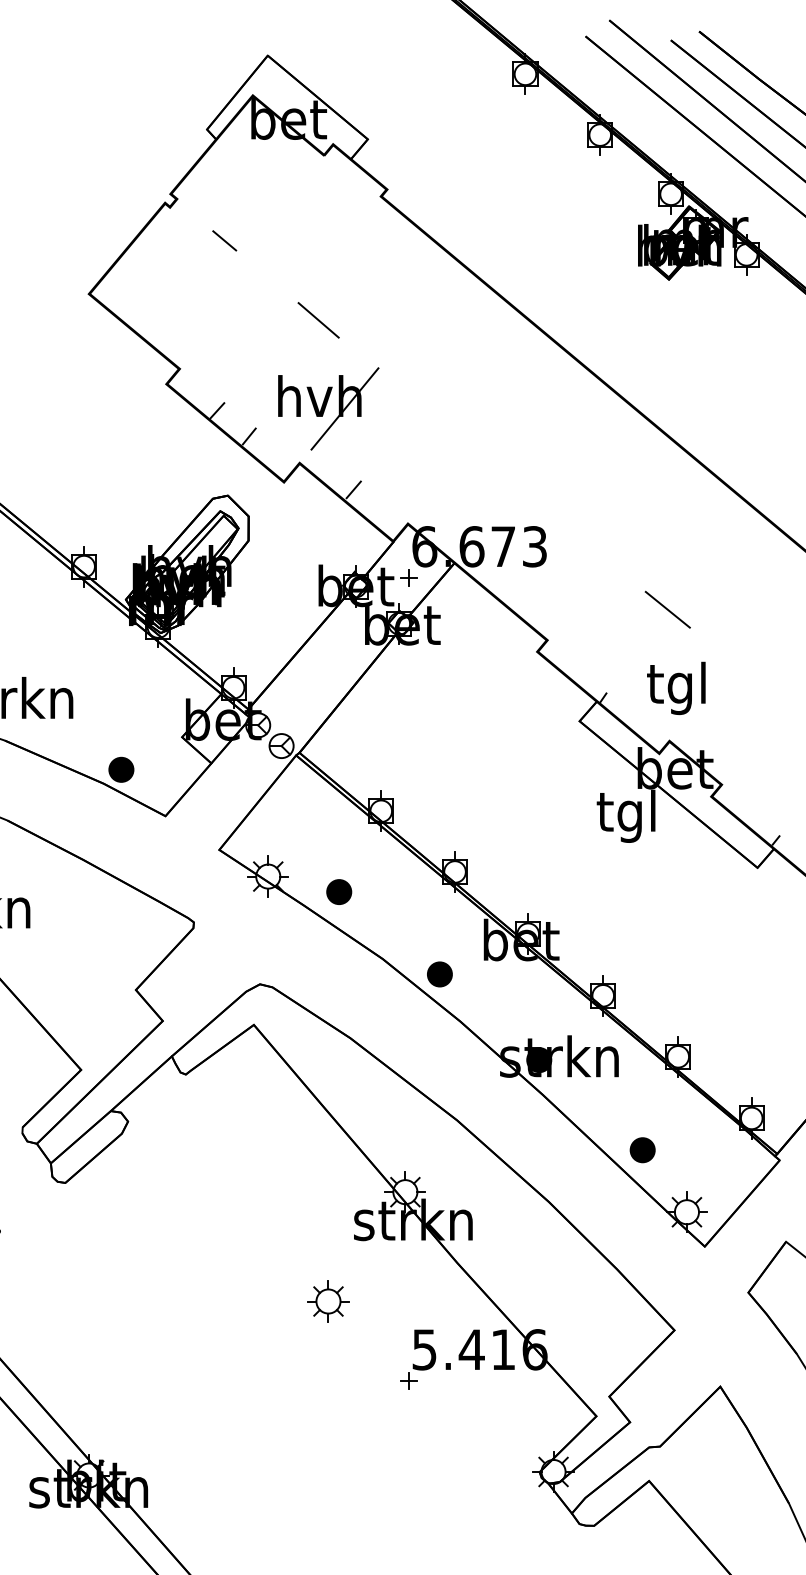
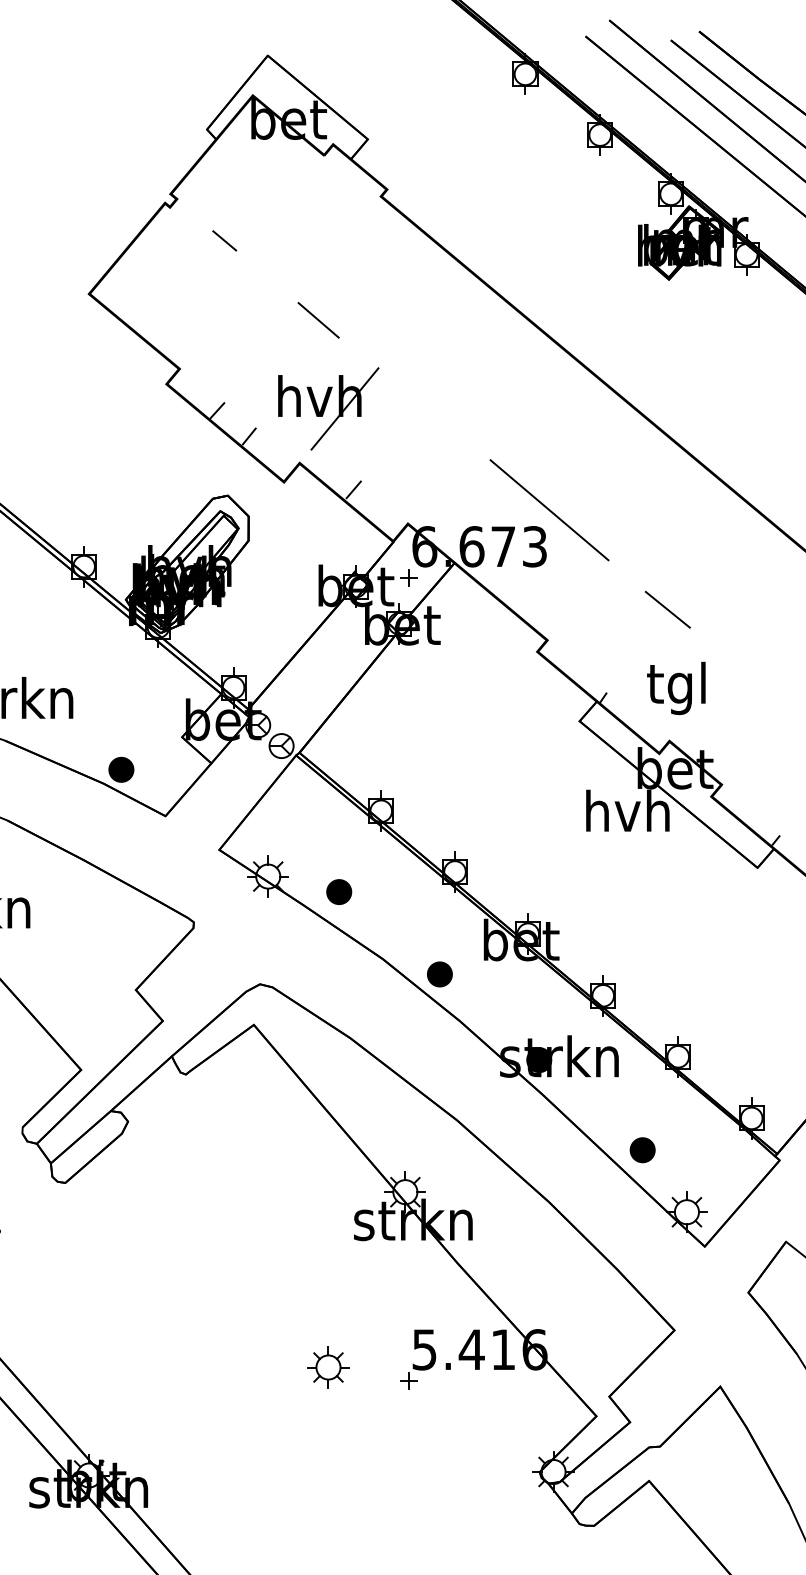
line at (549, 510): none -> present
text at (627, 815): tgl -> hvh
part at (328, 1301) position: (328, 1301) -> (328, 1367)
